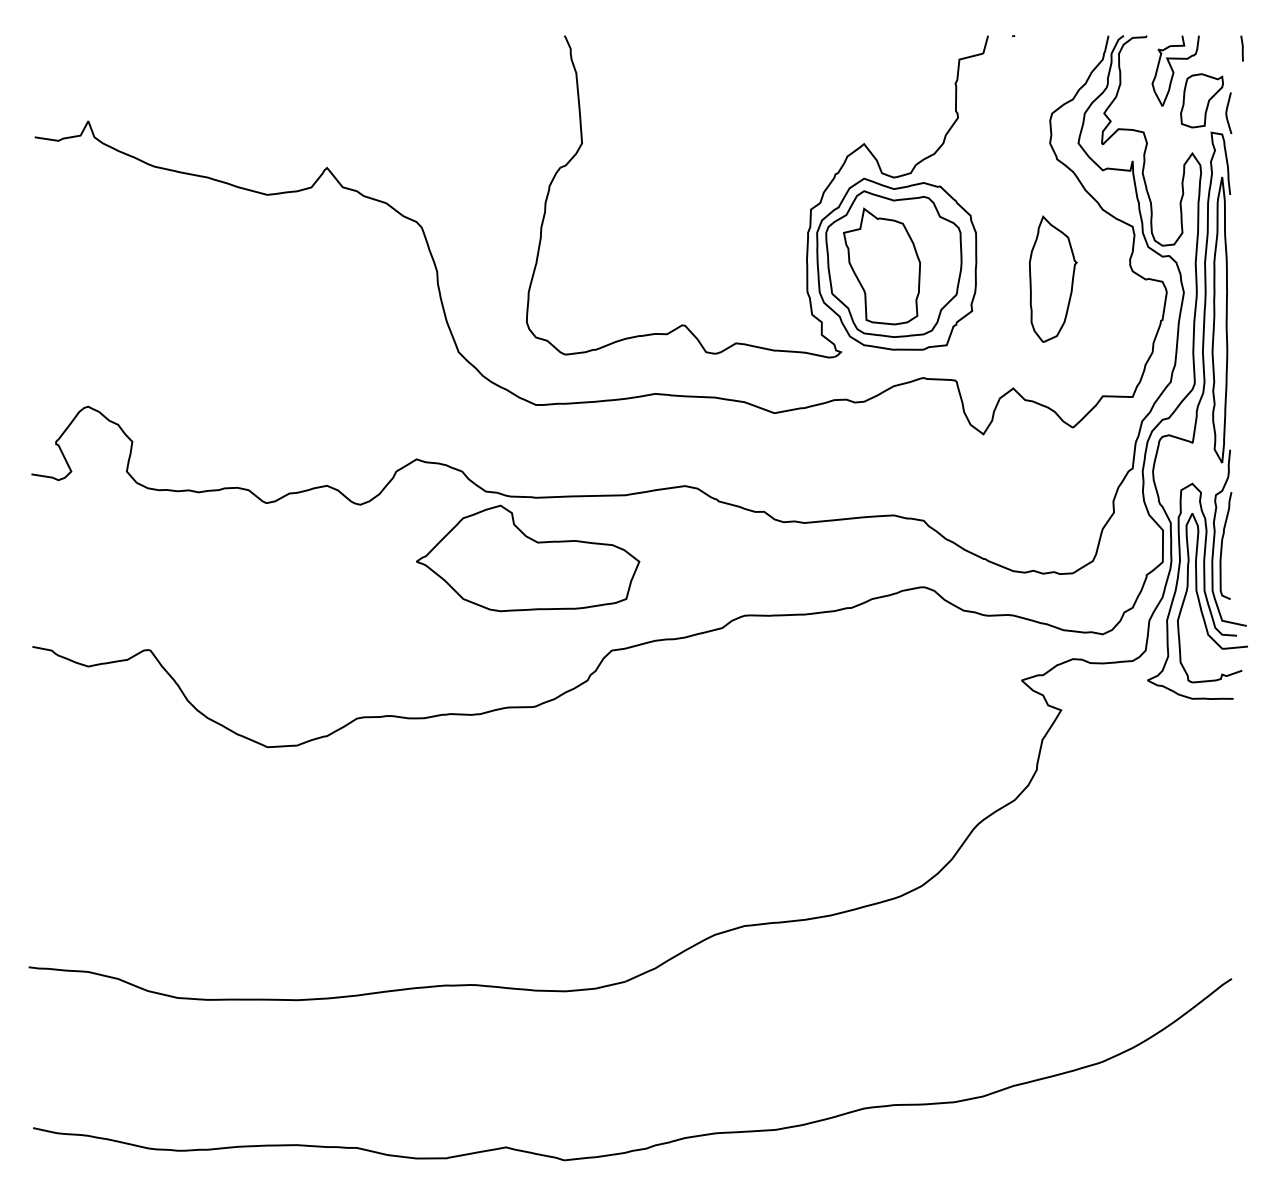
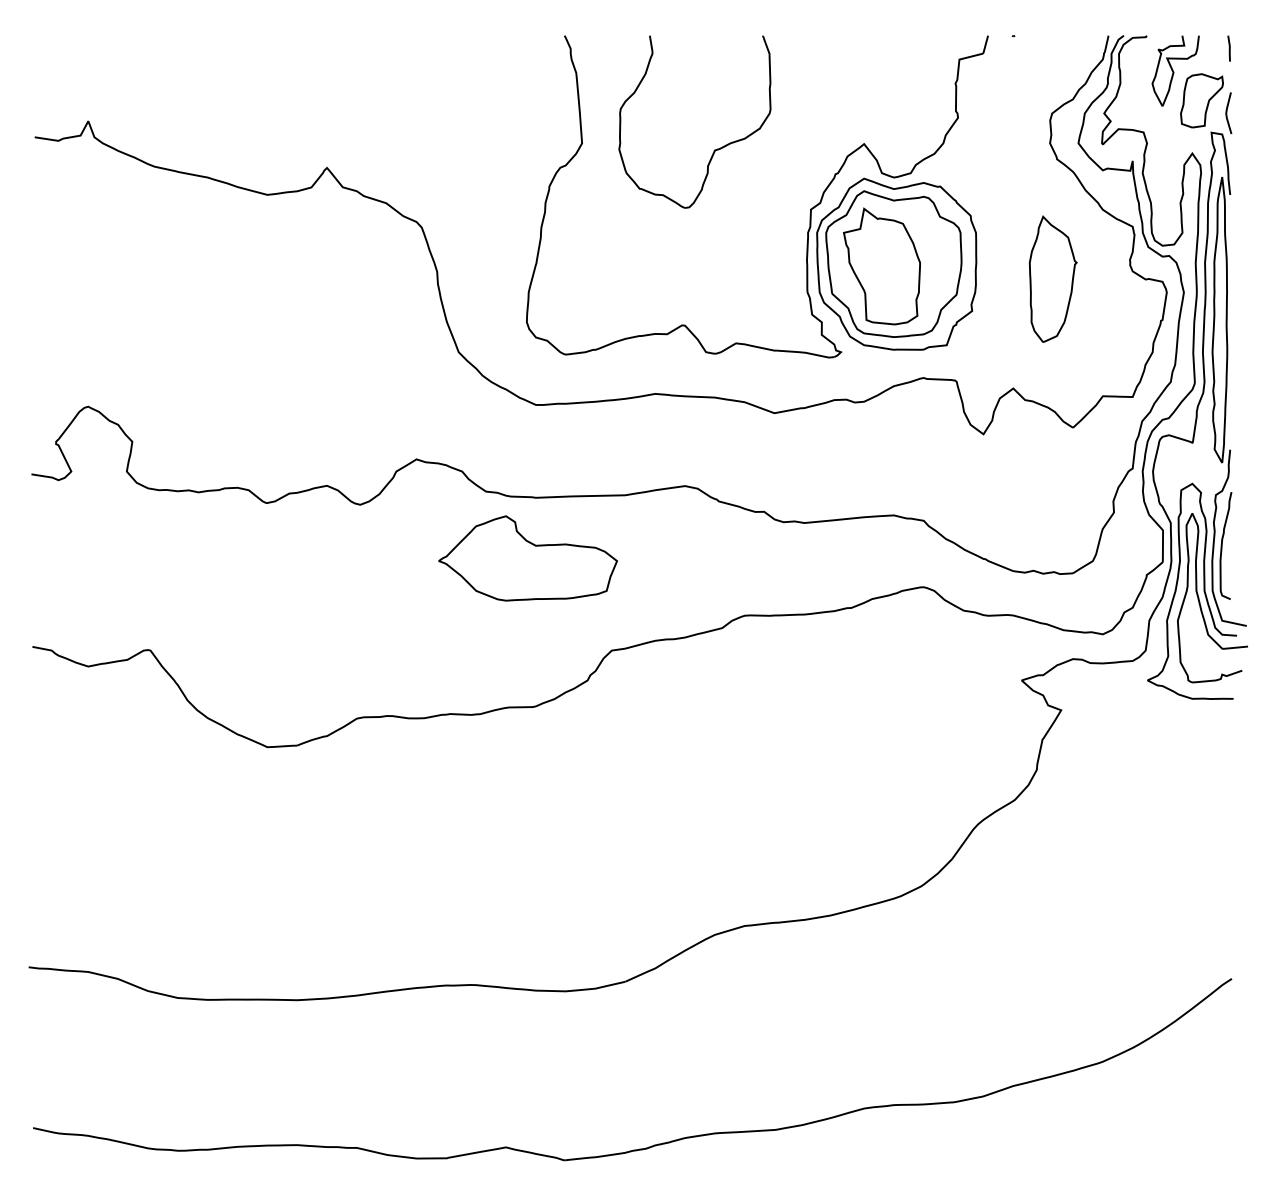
line at (1241, 48) position: (1241, 48) -> (1228, 48)
part at (714, 149): none -> present
part at (528, 558) size: 225x109 px -> 180x87 px
